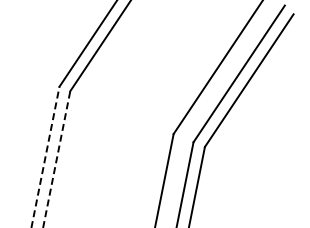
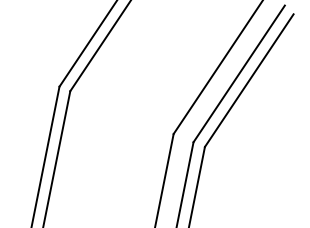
line at (45, 157): dashed -> solid
line at (56, 158): dashed -> solid
